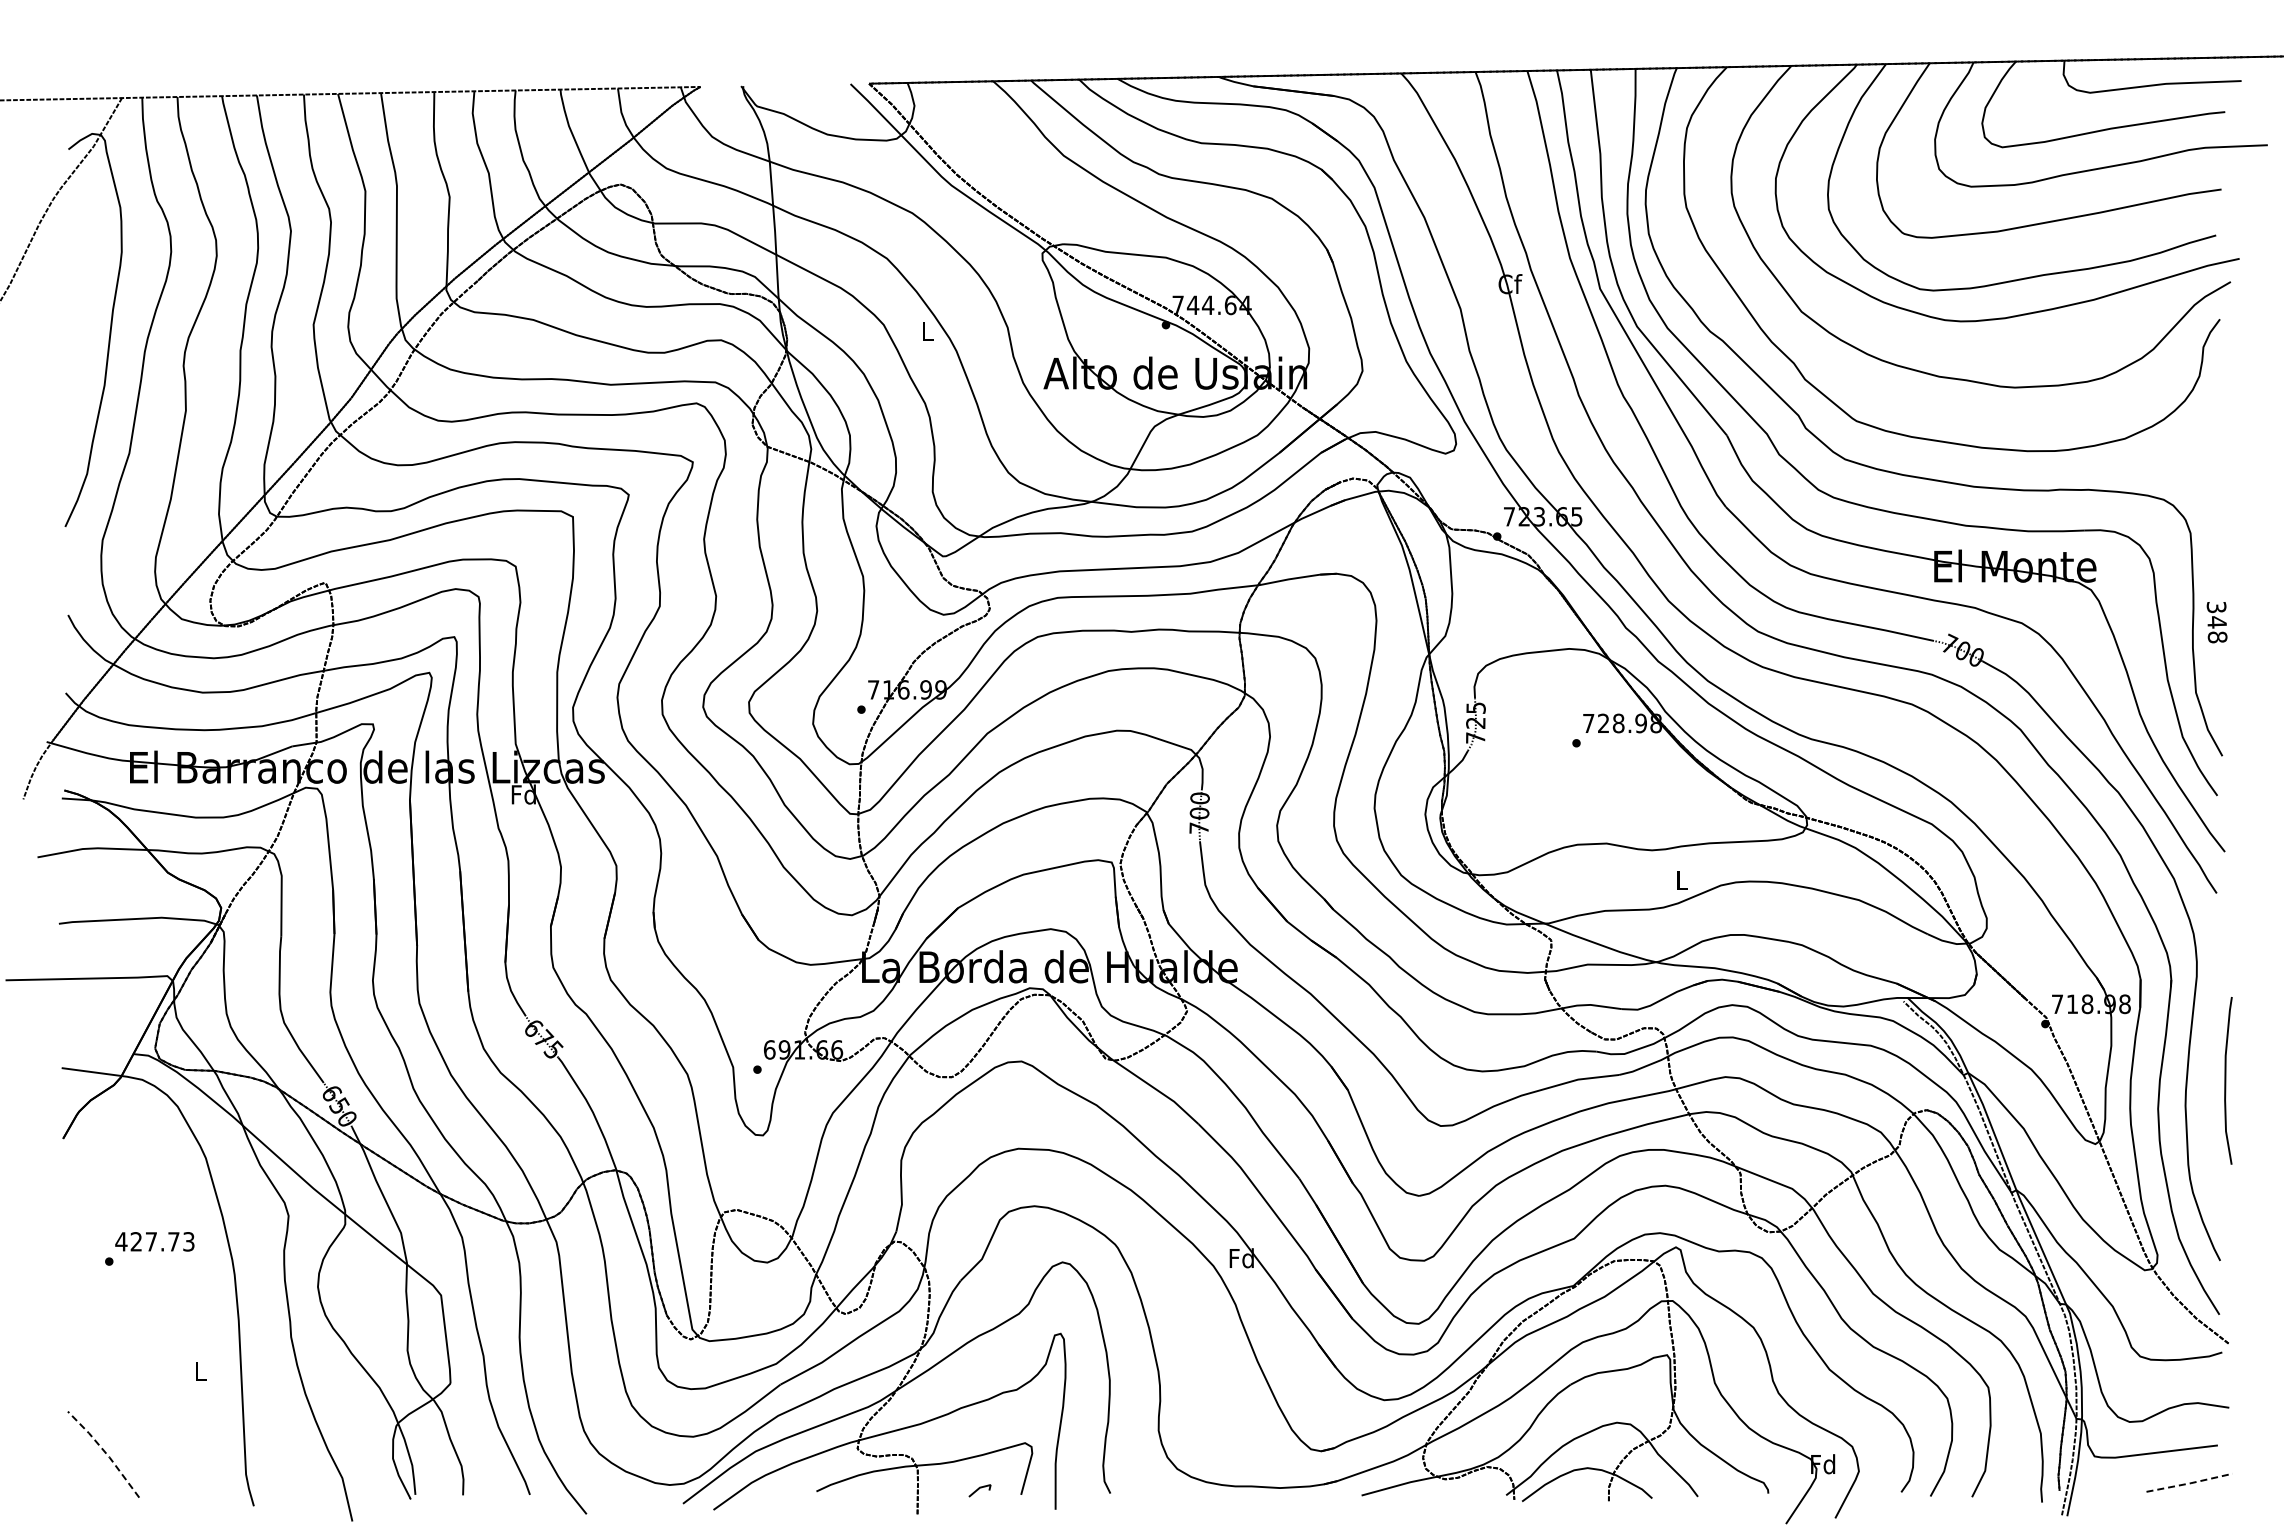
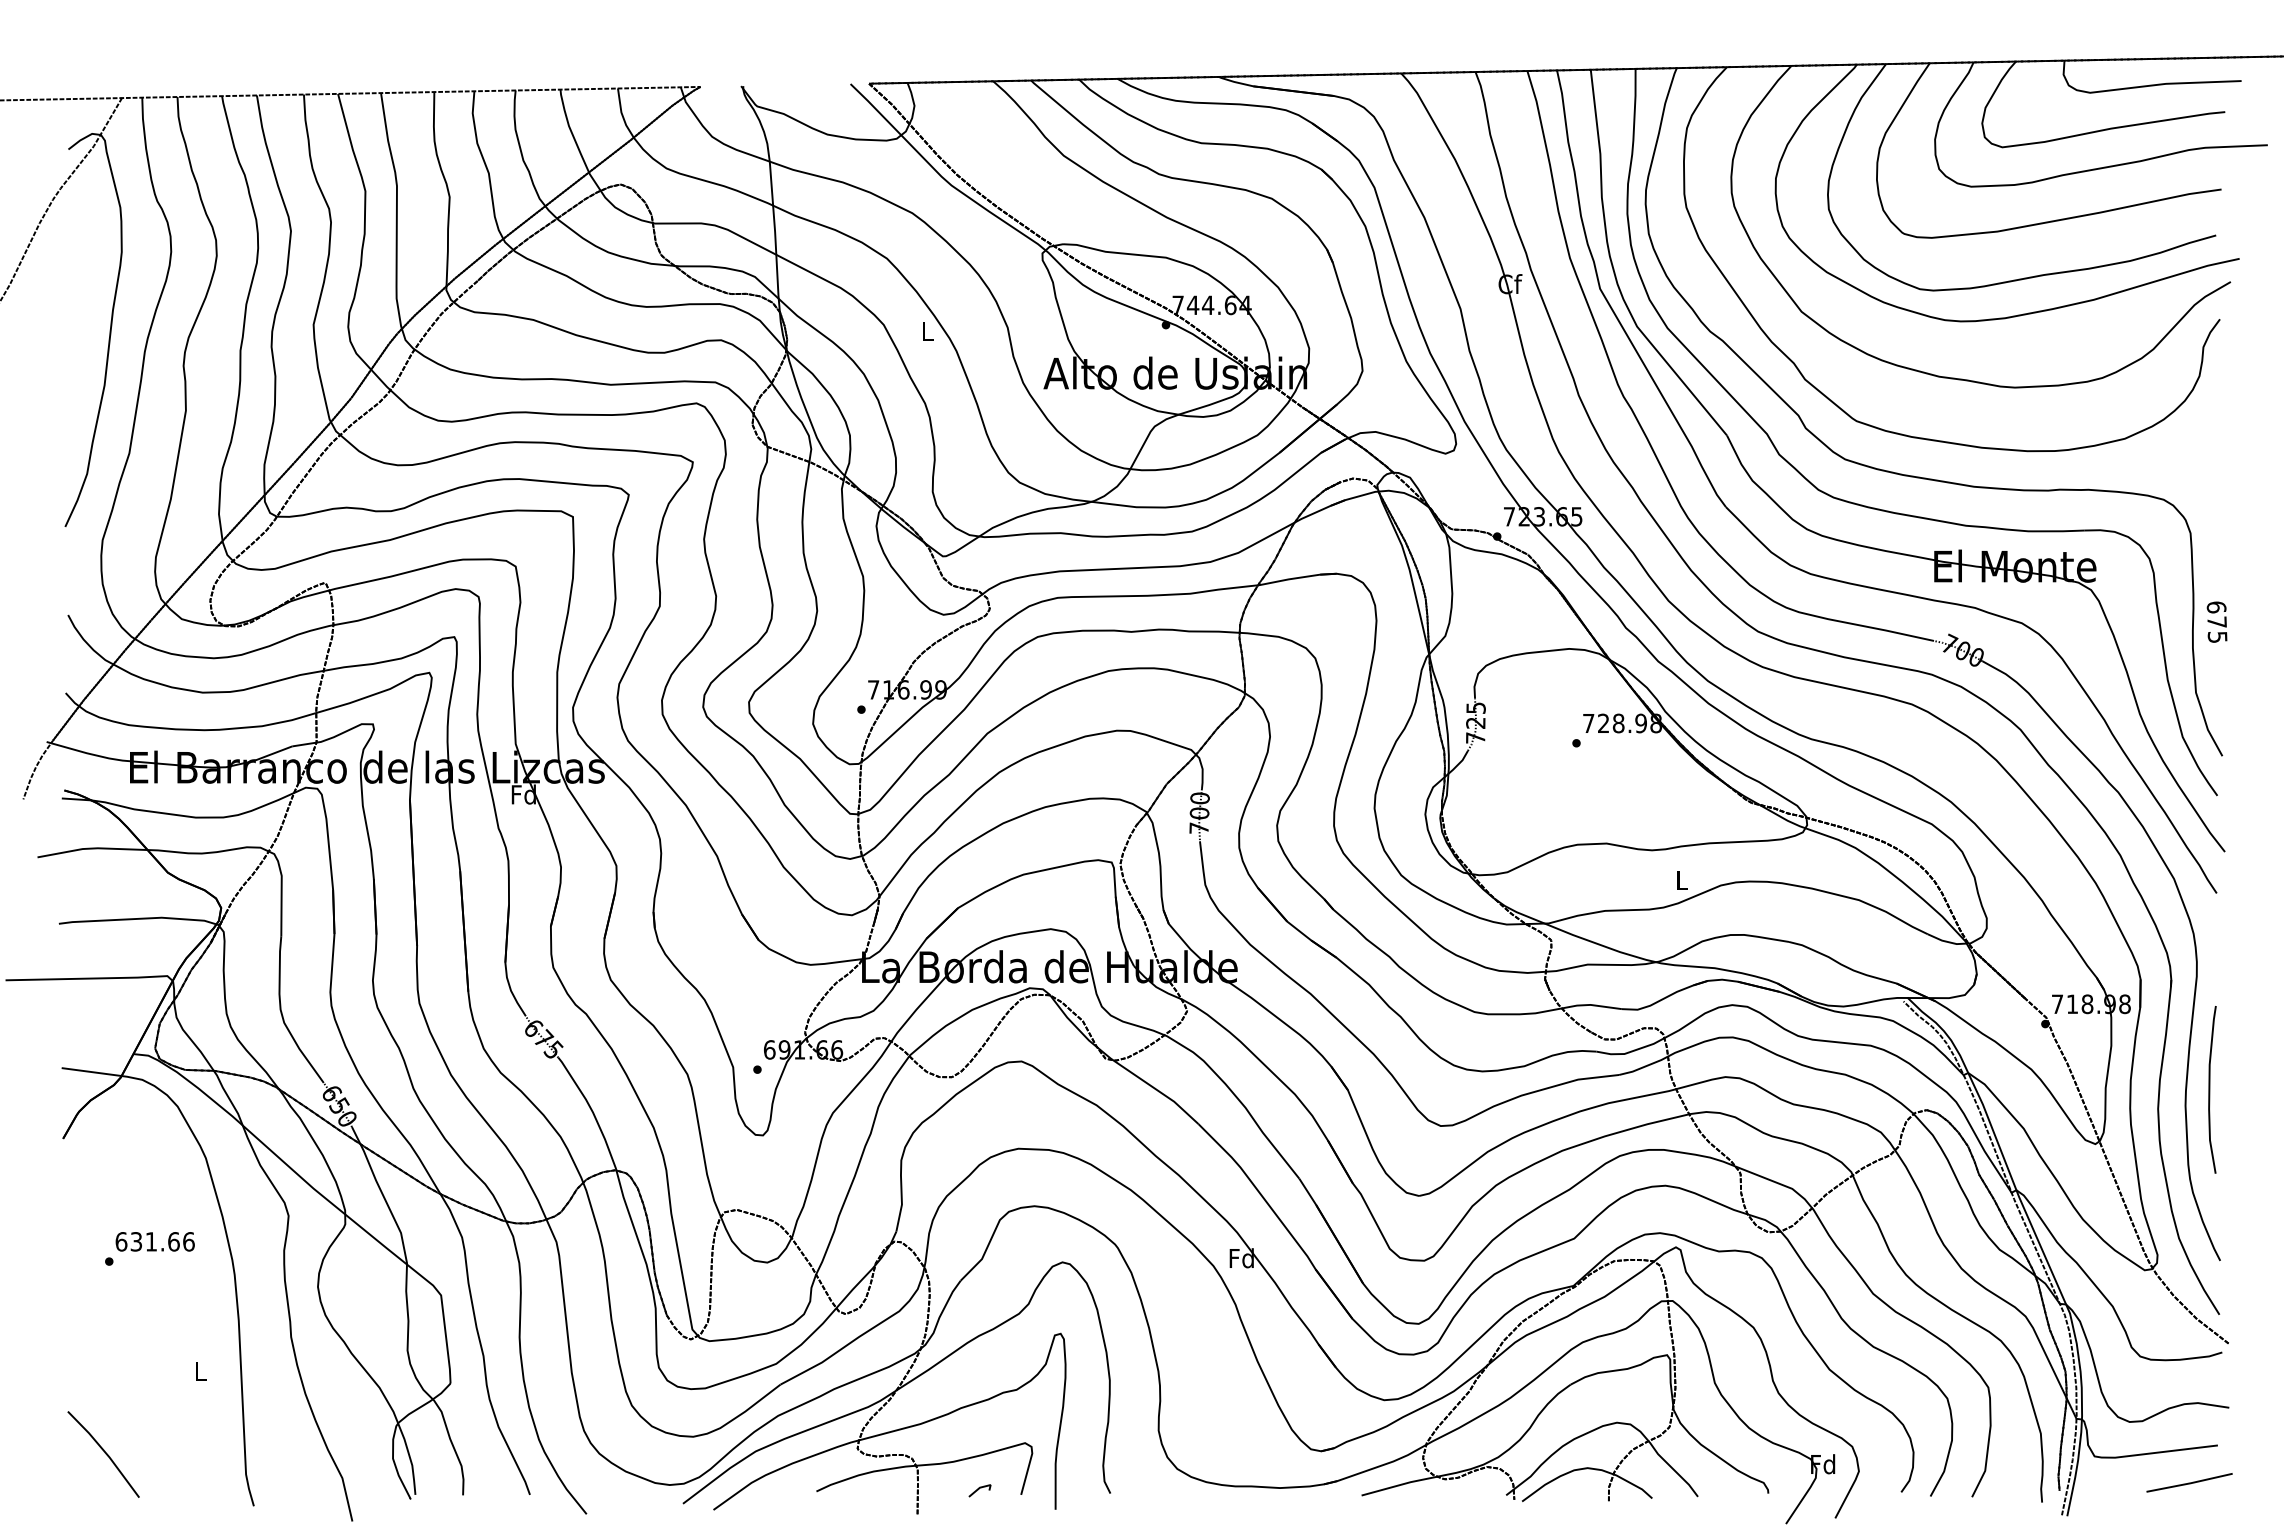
text at (2216, 622): 348 -> 675
curve at (2226, 1080) position: (2226, 1080) -> (2210, 1089)
text at (154, 1241): 427.73 -> 631.66
line at (105, 1452): dashed -> solid
line at (2190, 1483): dashed -> solid
